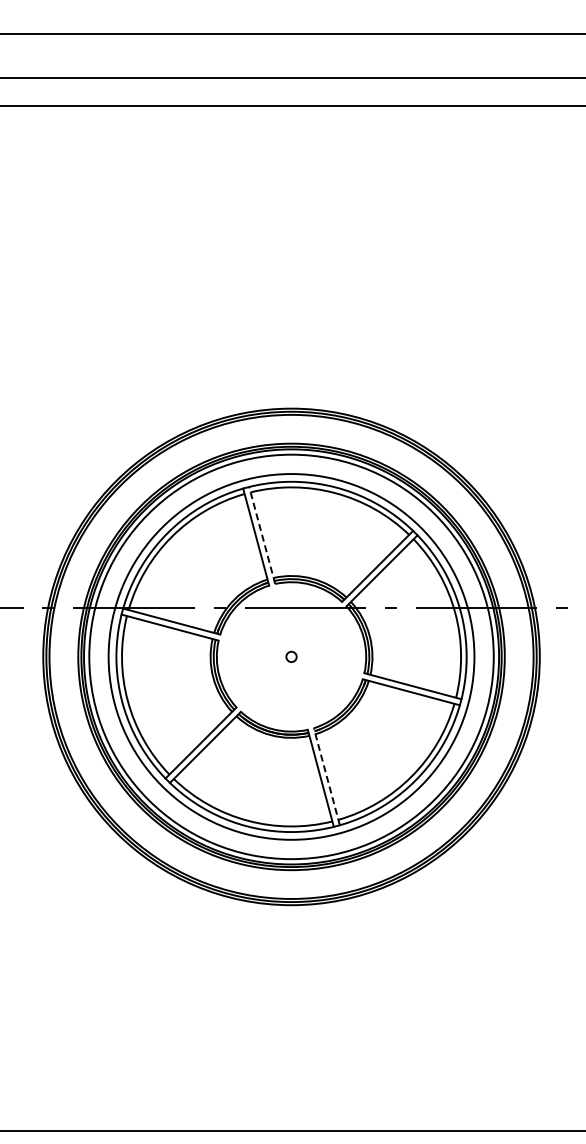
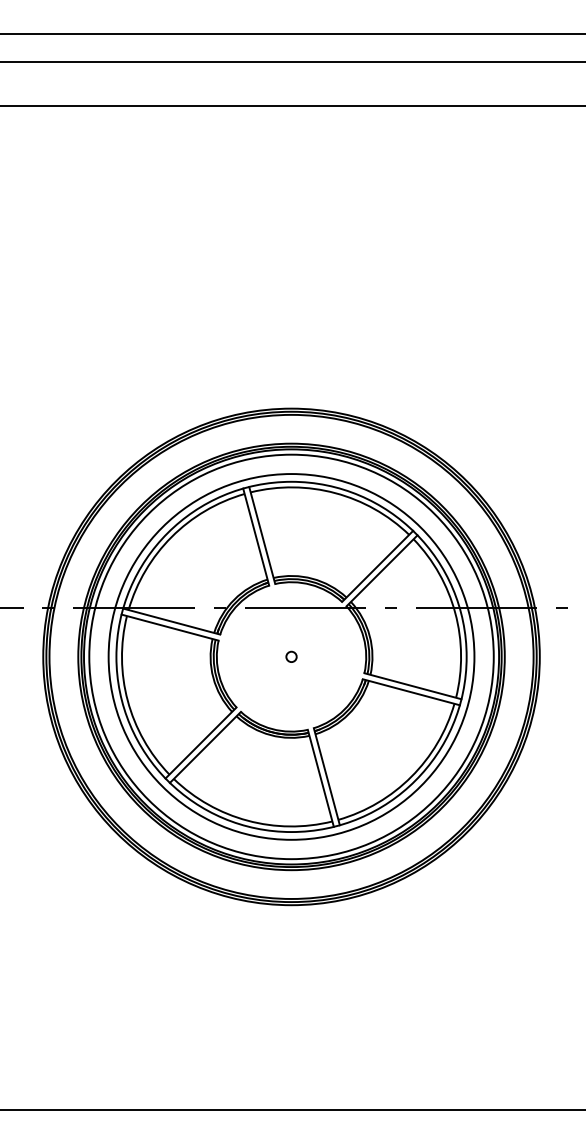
line at (292, 78) position: (292, 78) -> (292, 62)
line at (262, 535): dashed -> solid
line at (326, 776): dashed -> solid
line at (292, 1130) position: (292, 1130) -> (292, 1109)
